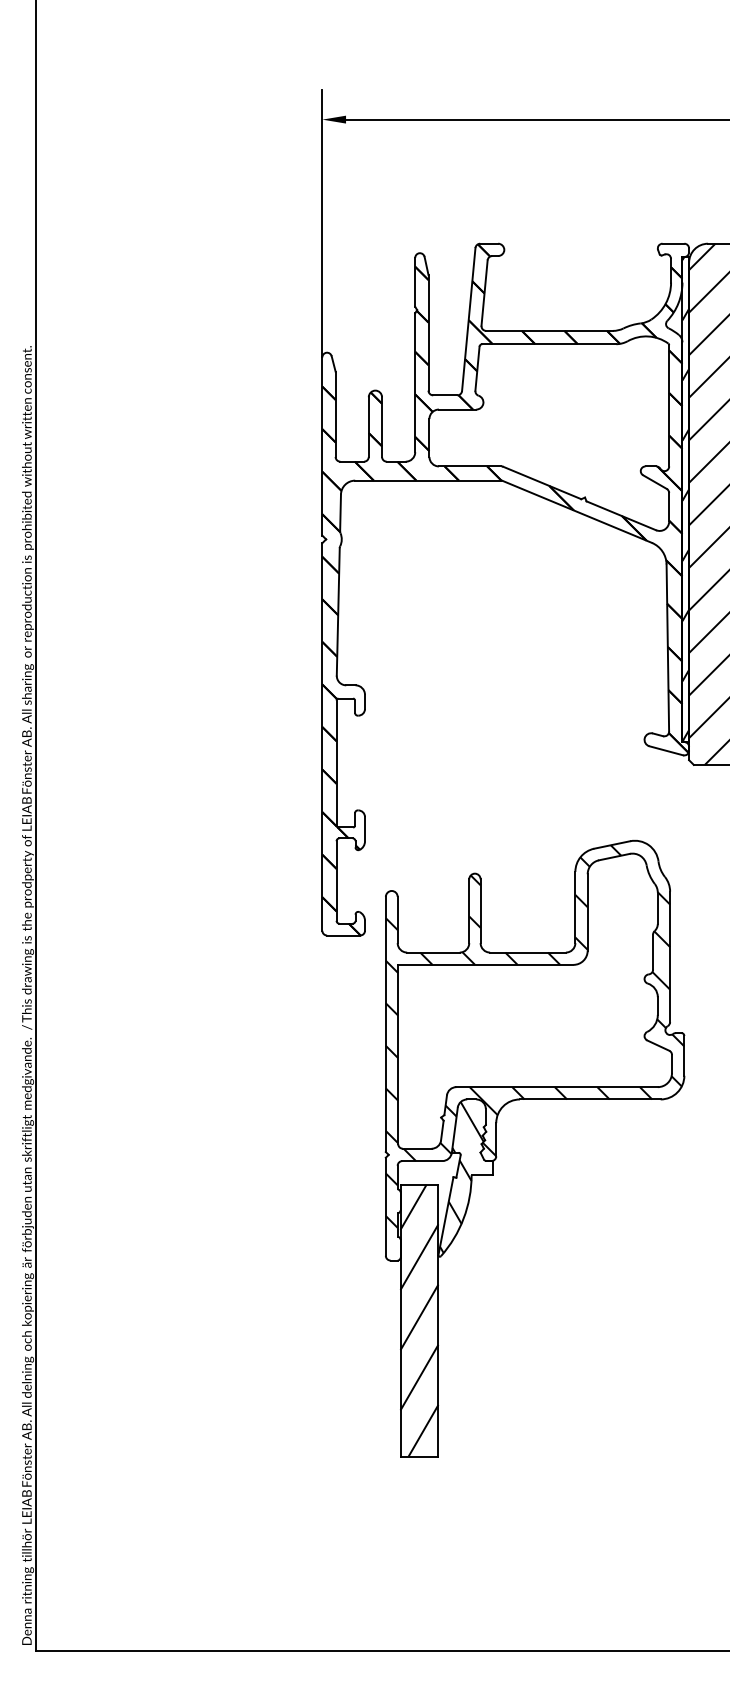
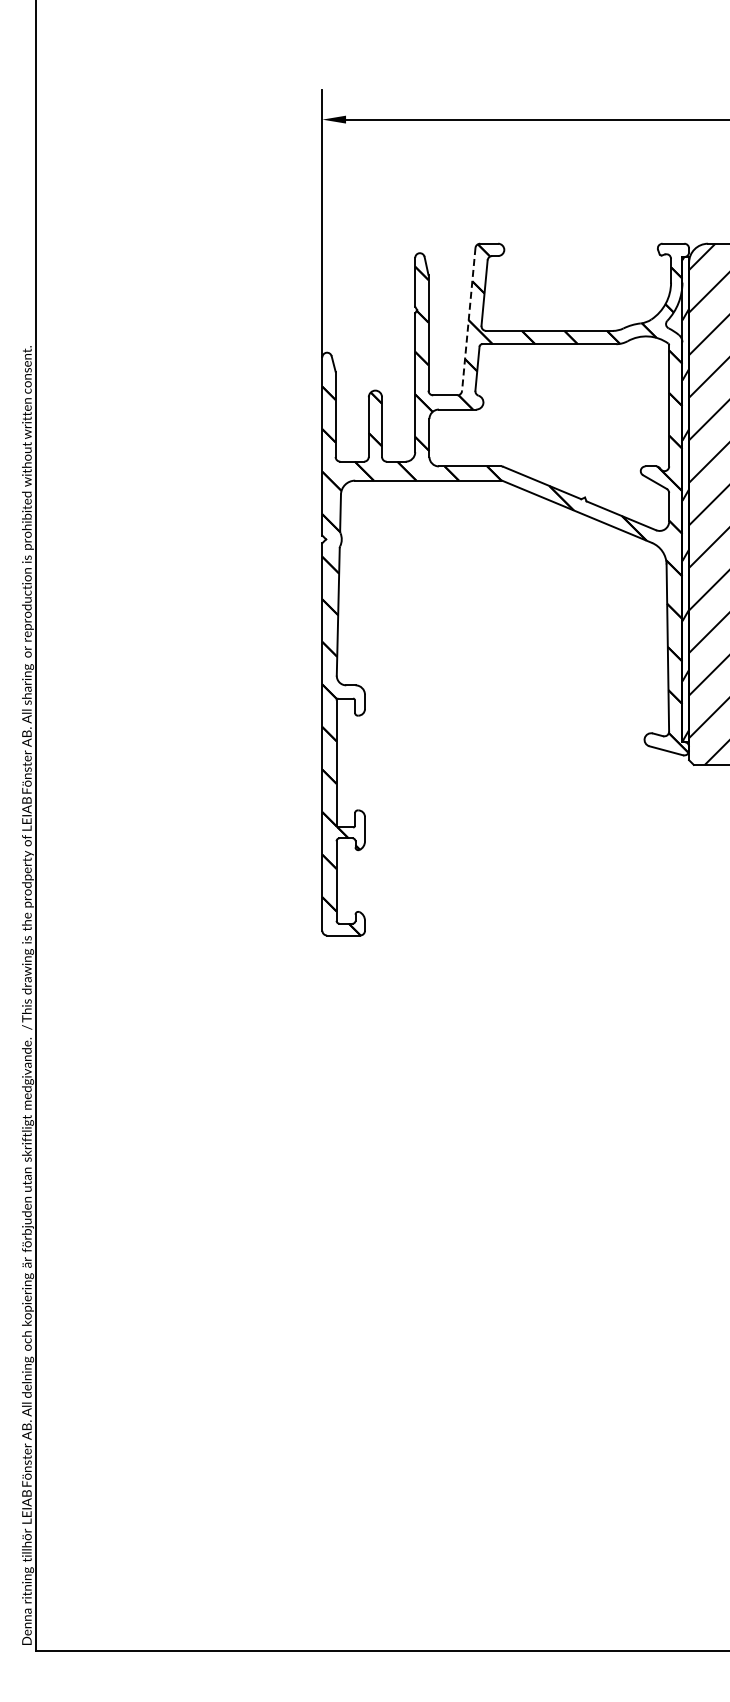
line at (468, 319): solid -> dashed
part at (497, 1156): present -> none
